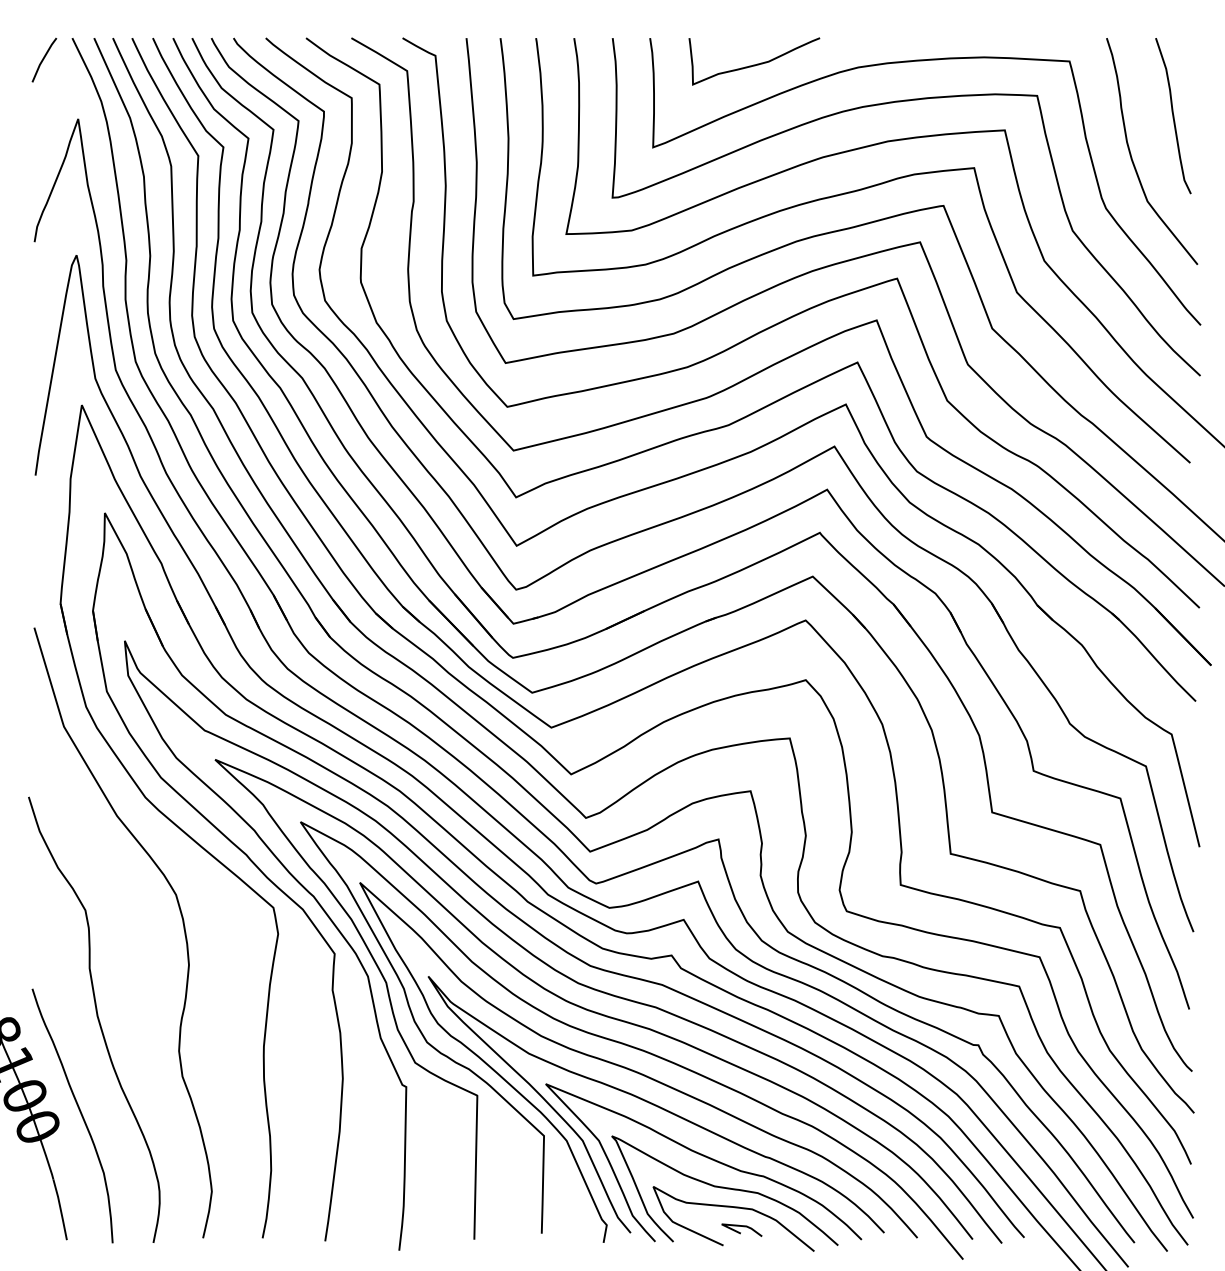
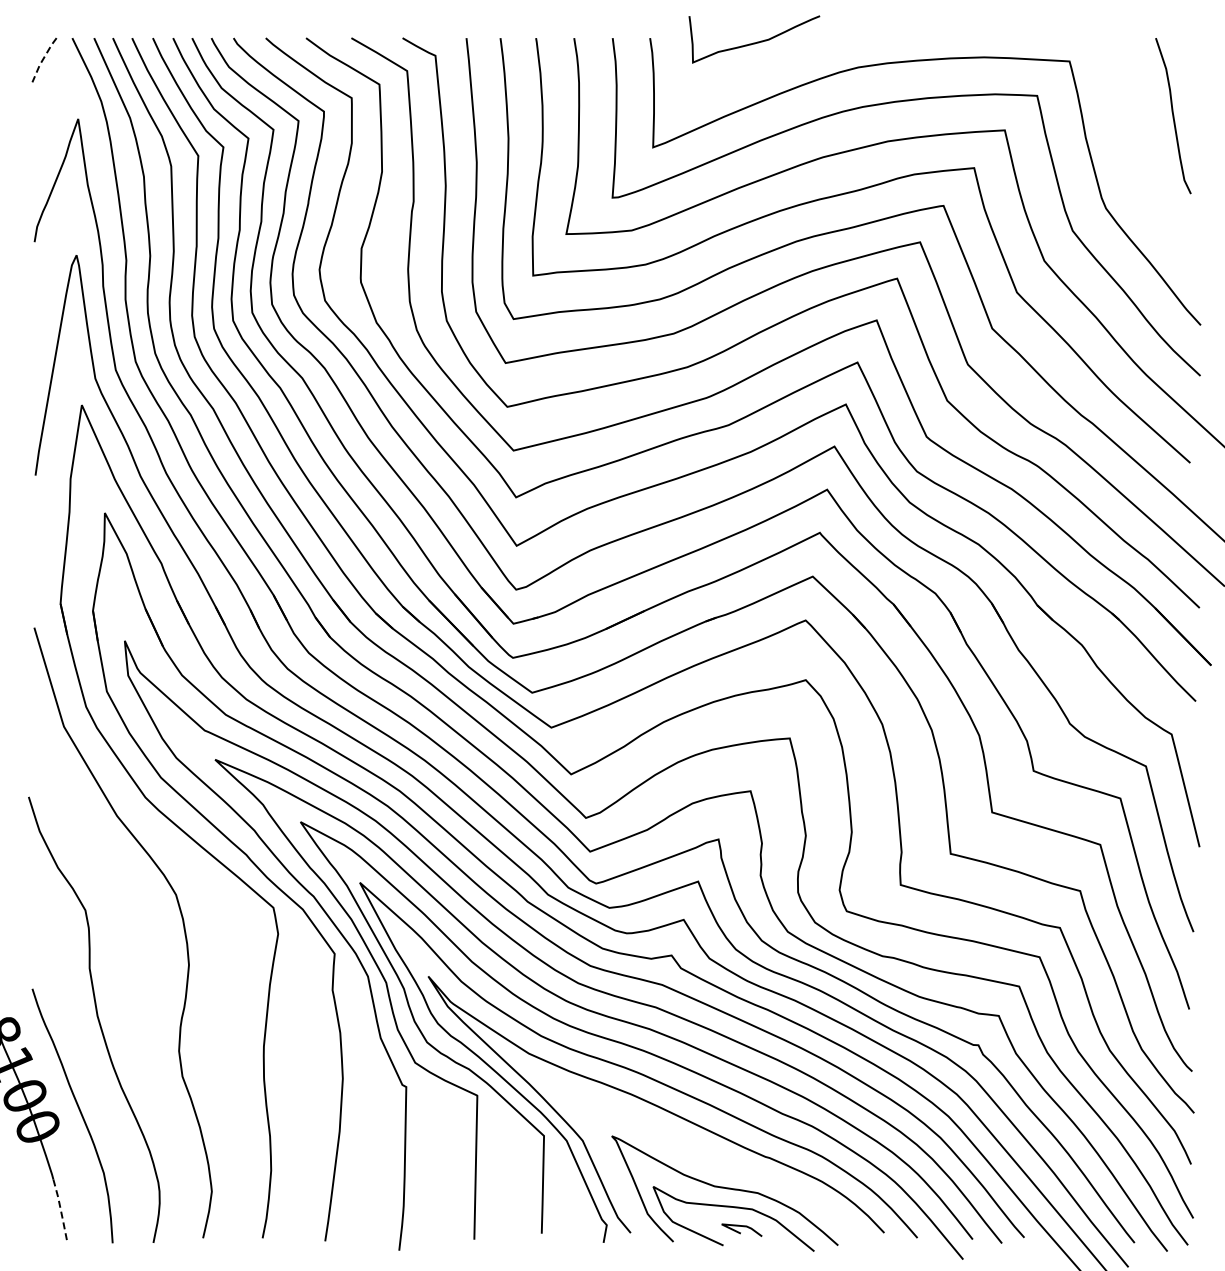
line at (43, 59): solid -> dashed
curve at (754, 64) position: (754, 64) -> (754, 42)
curve at (1132, 157): present -> none
curve at (705, 1157): present -> none
line at (60, 1209): solid -> dashed
